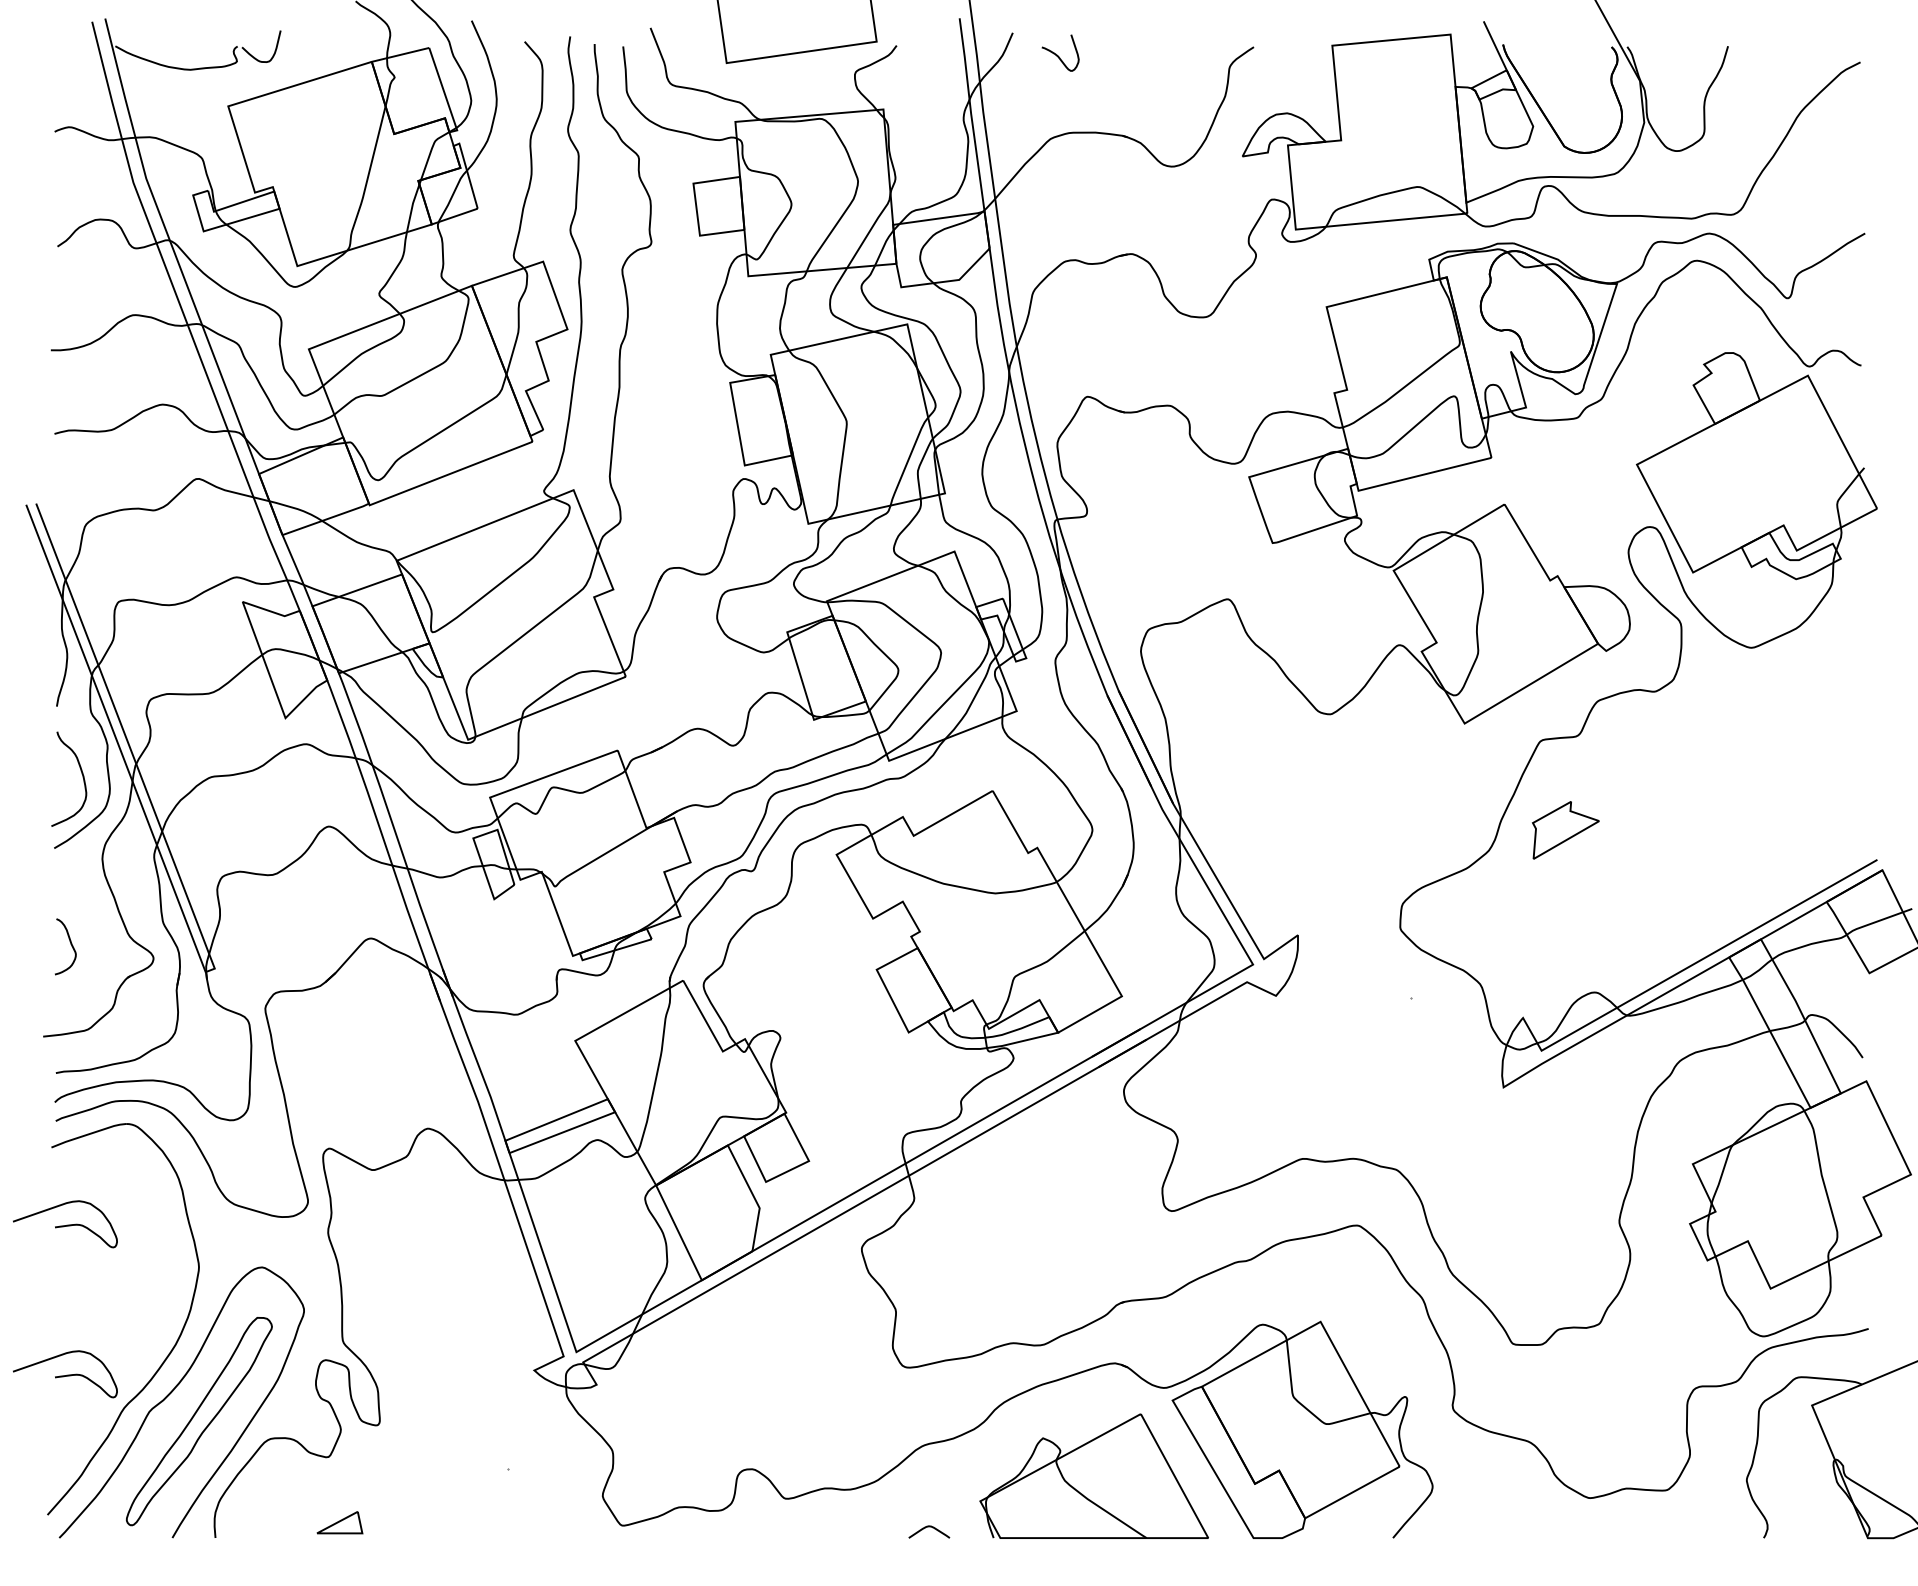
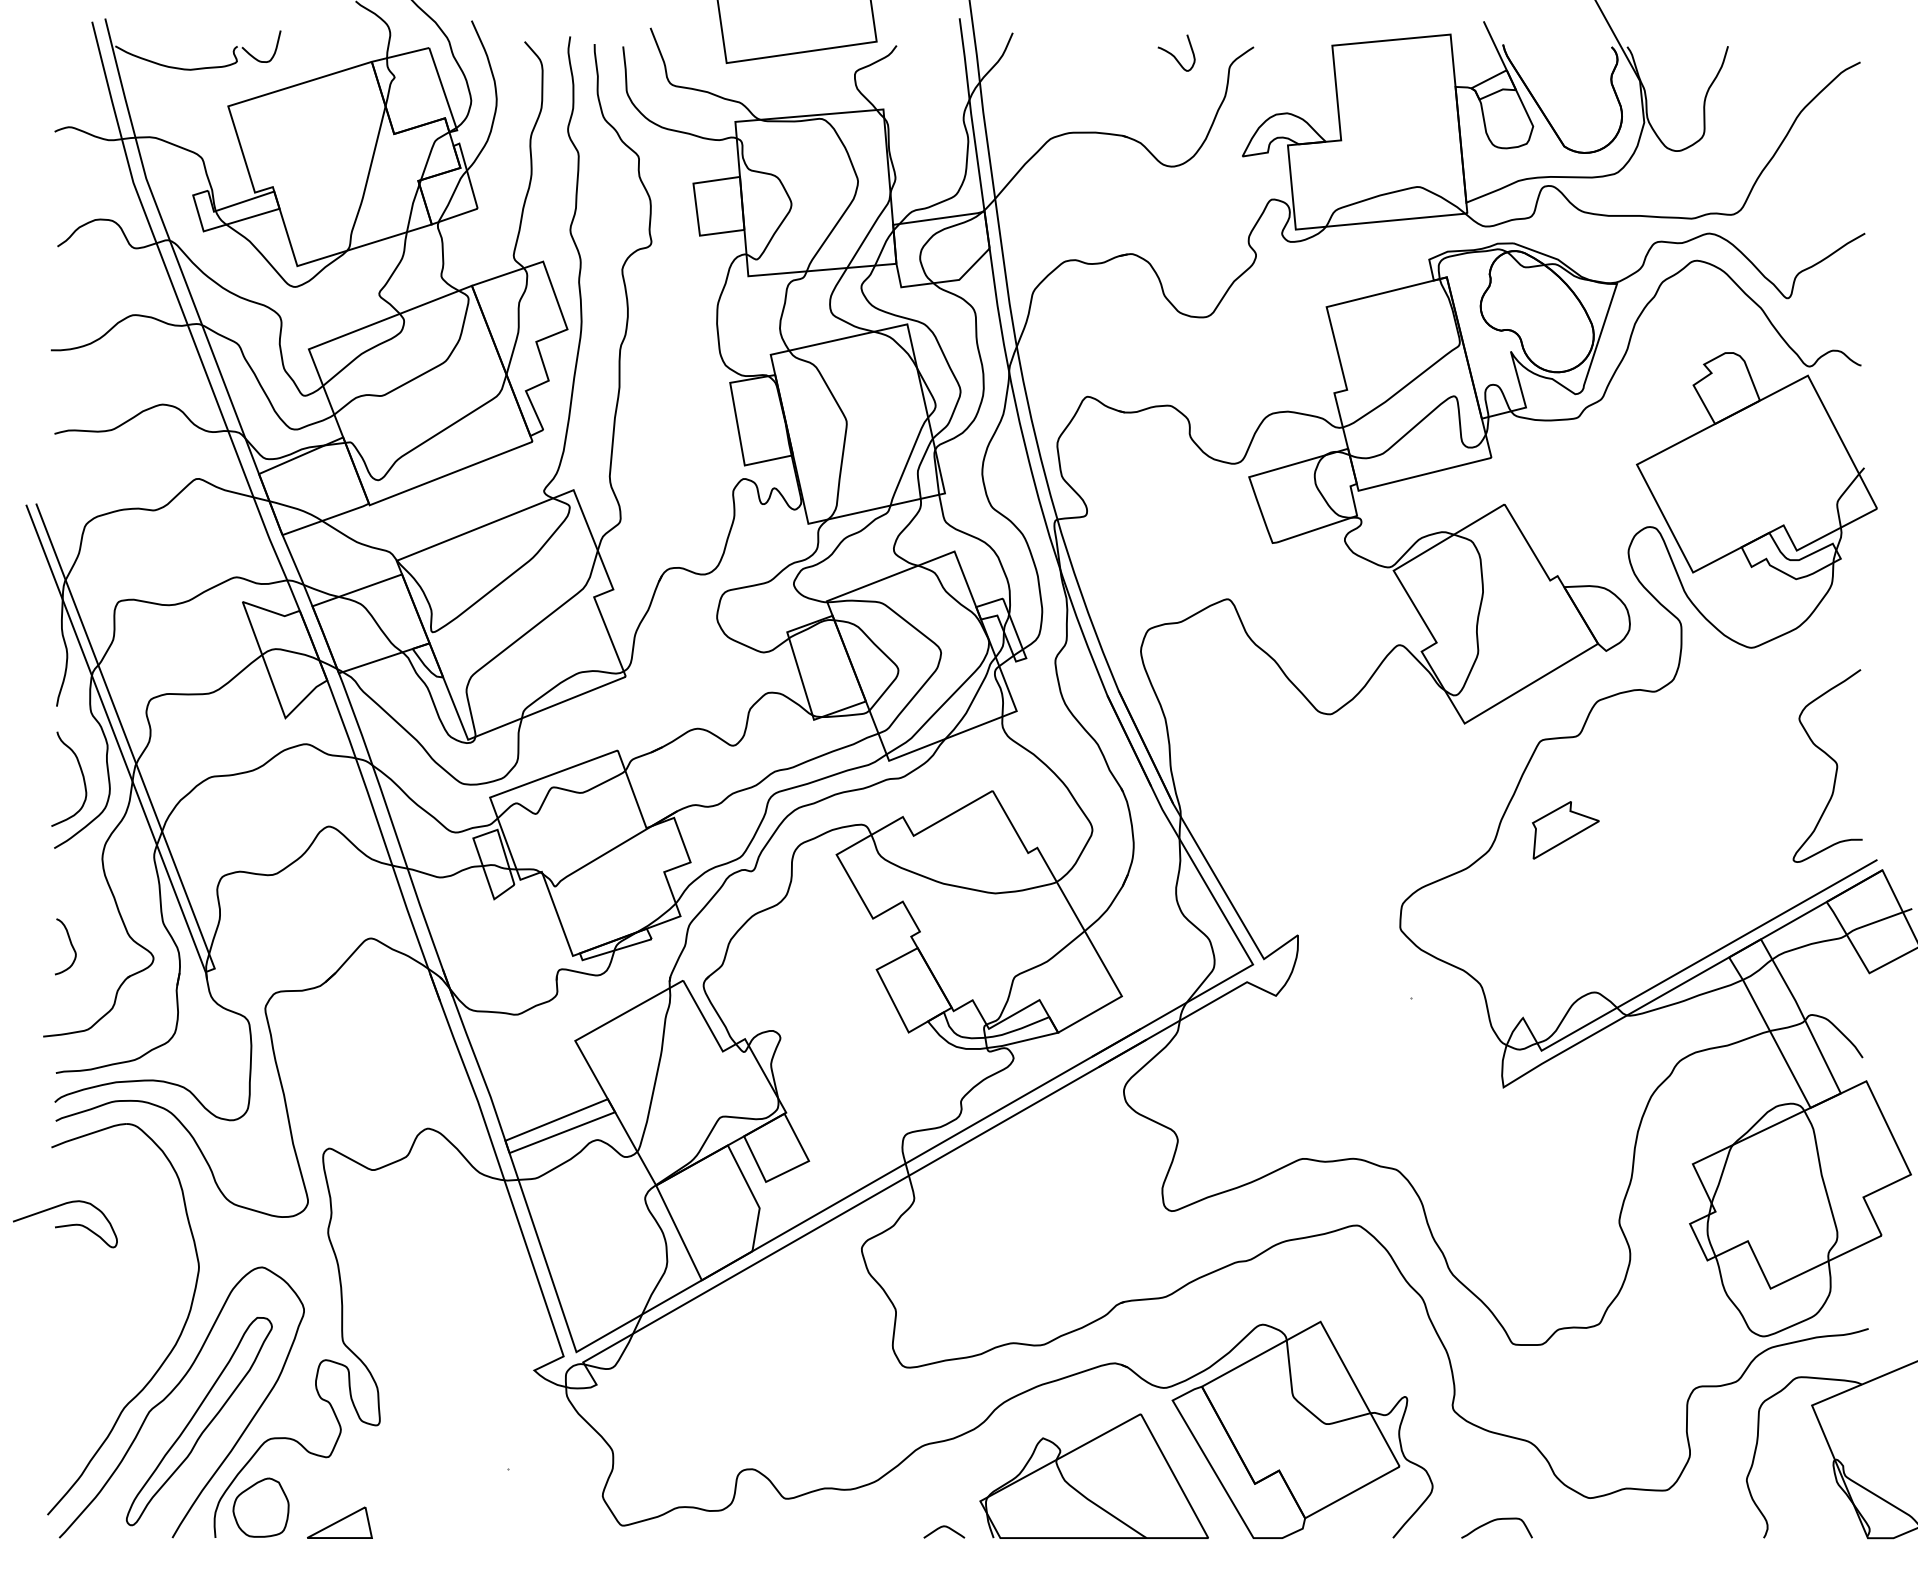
curve at (1057, 54) position: (1057, 54) -> (1173, 54)
curve at (1832, 760): none -> present
curve at (65, 1375): present -> none
part at (260, 1507): none -> present
curve at (1494, 1521): none -> present
part at (339, 1522) size: 48x24 px -> 66x33 px
curve at (929, 1527) position: (929, 1527) -> (944, 1527)
